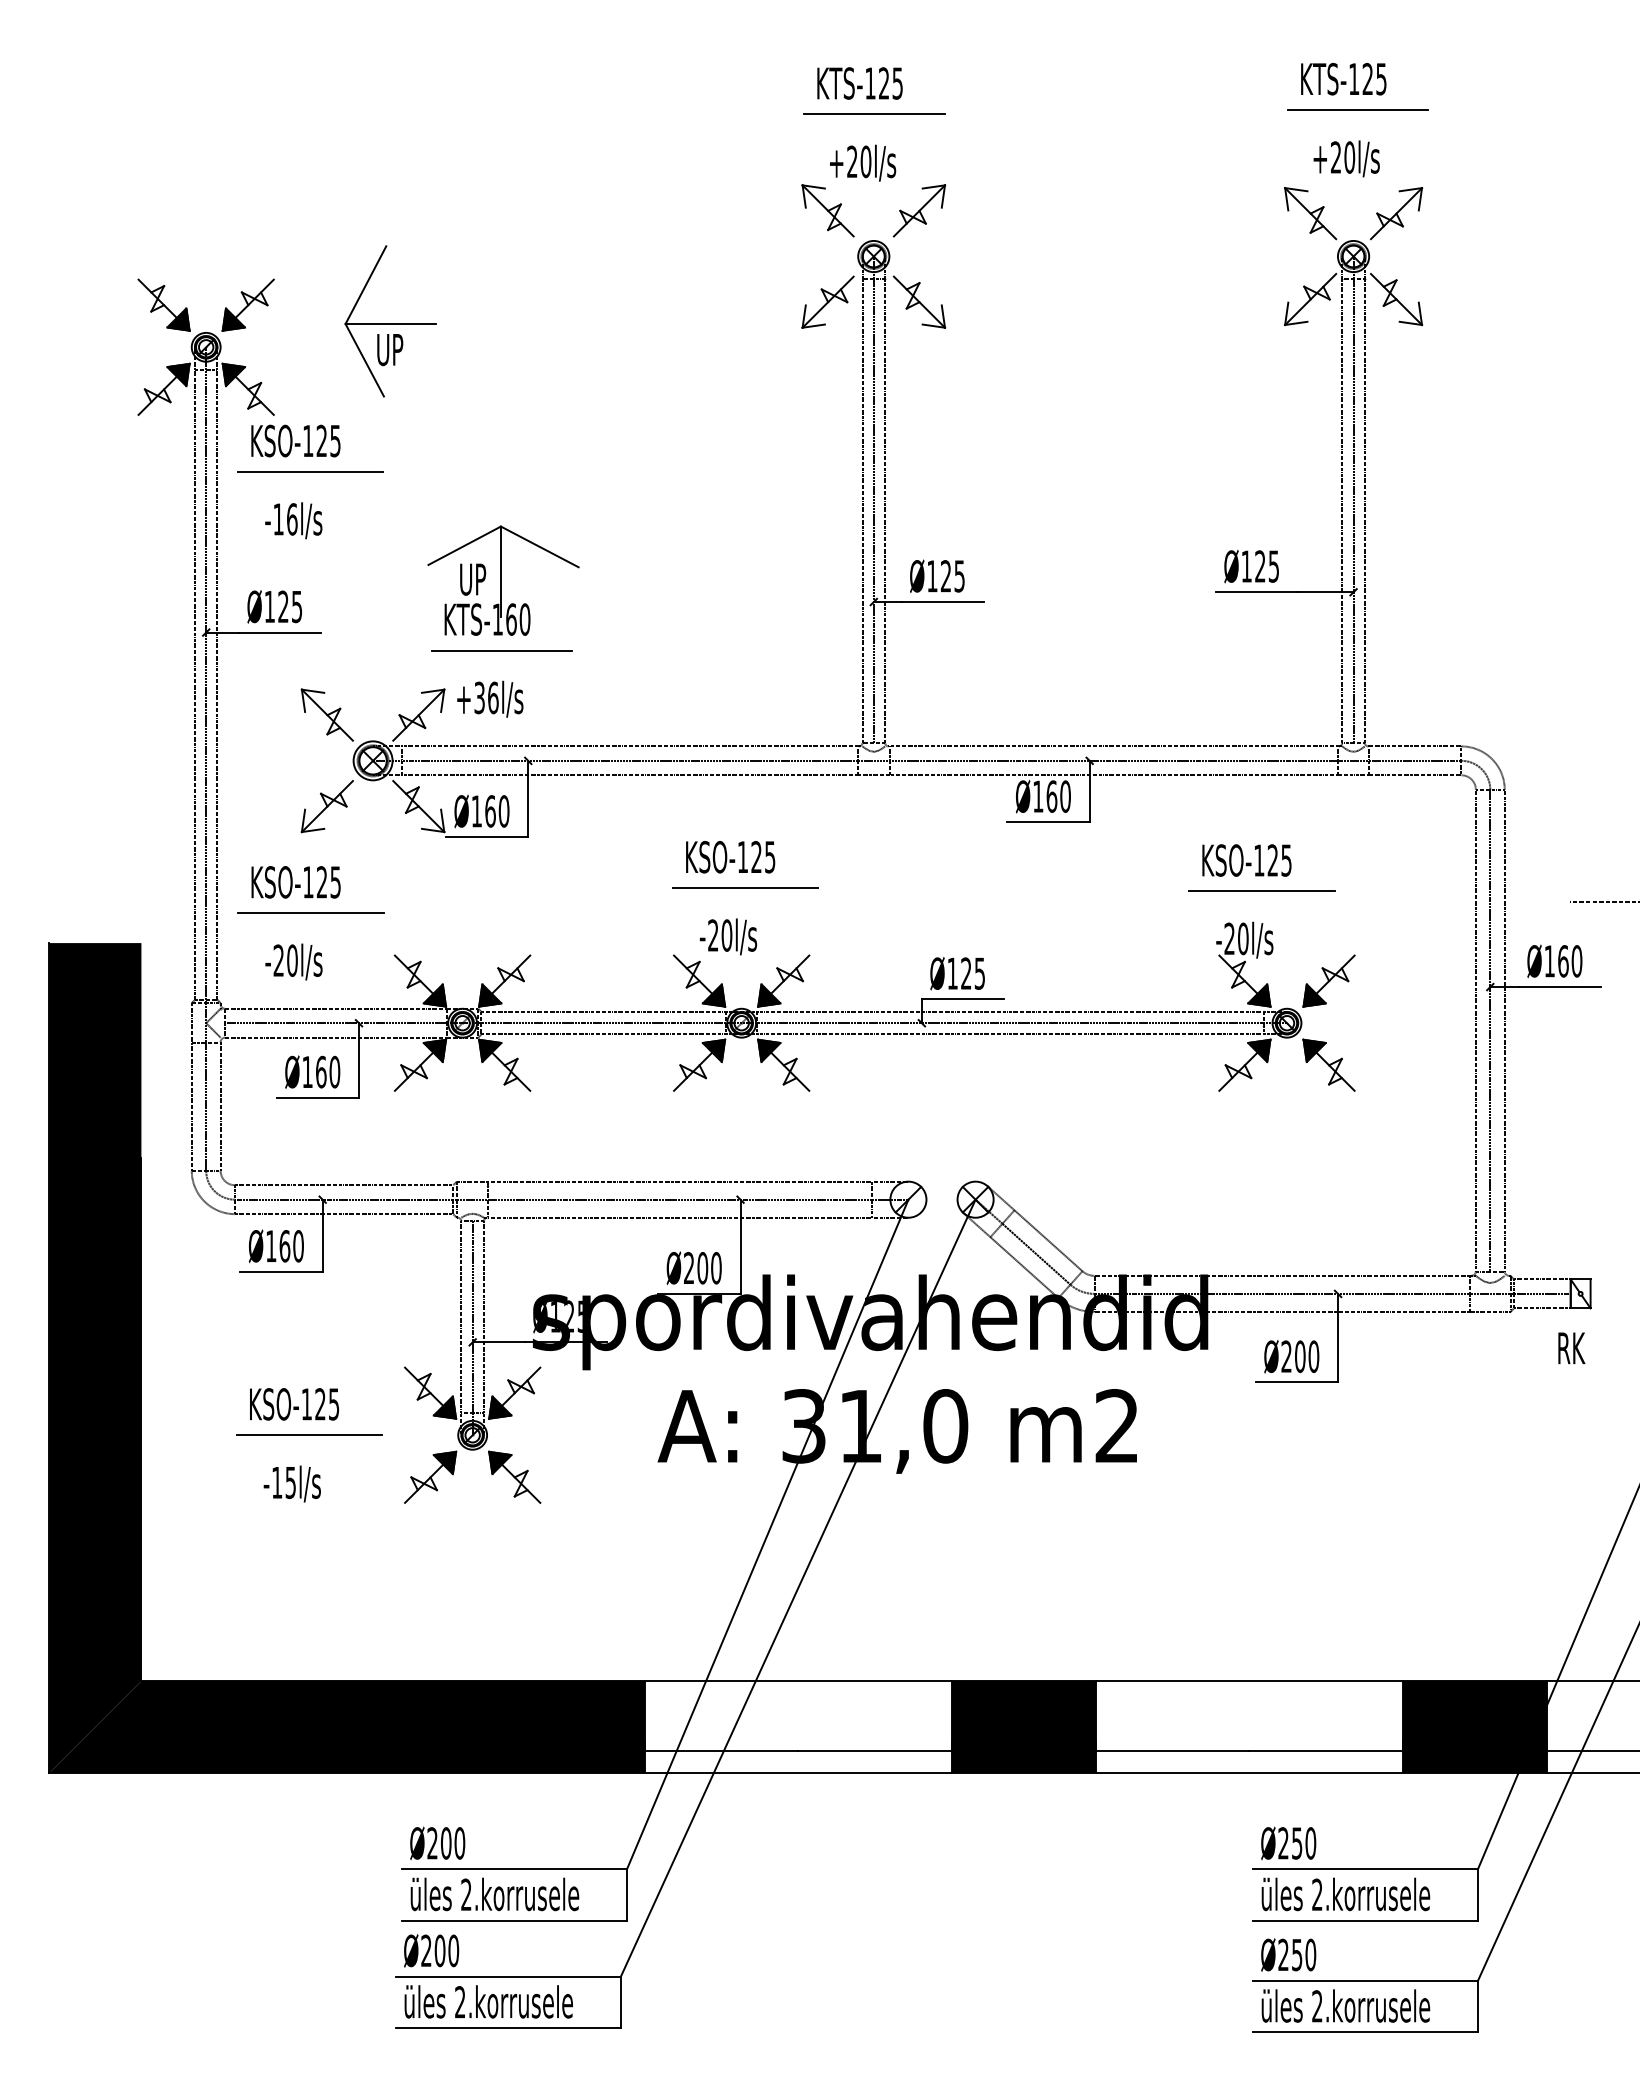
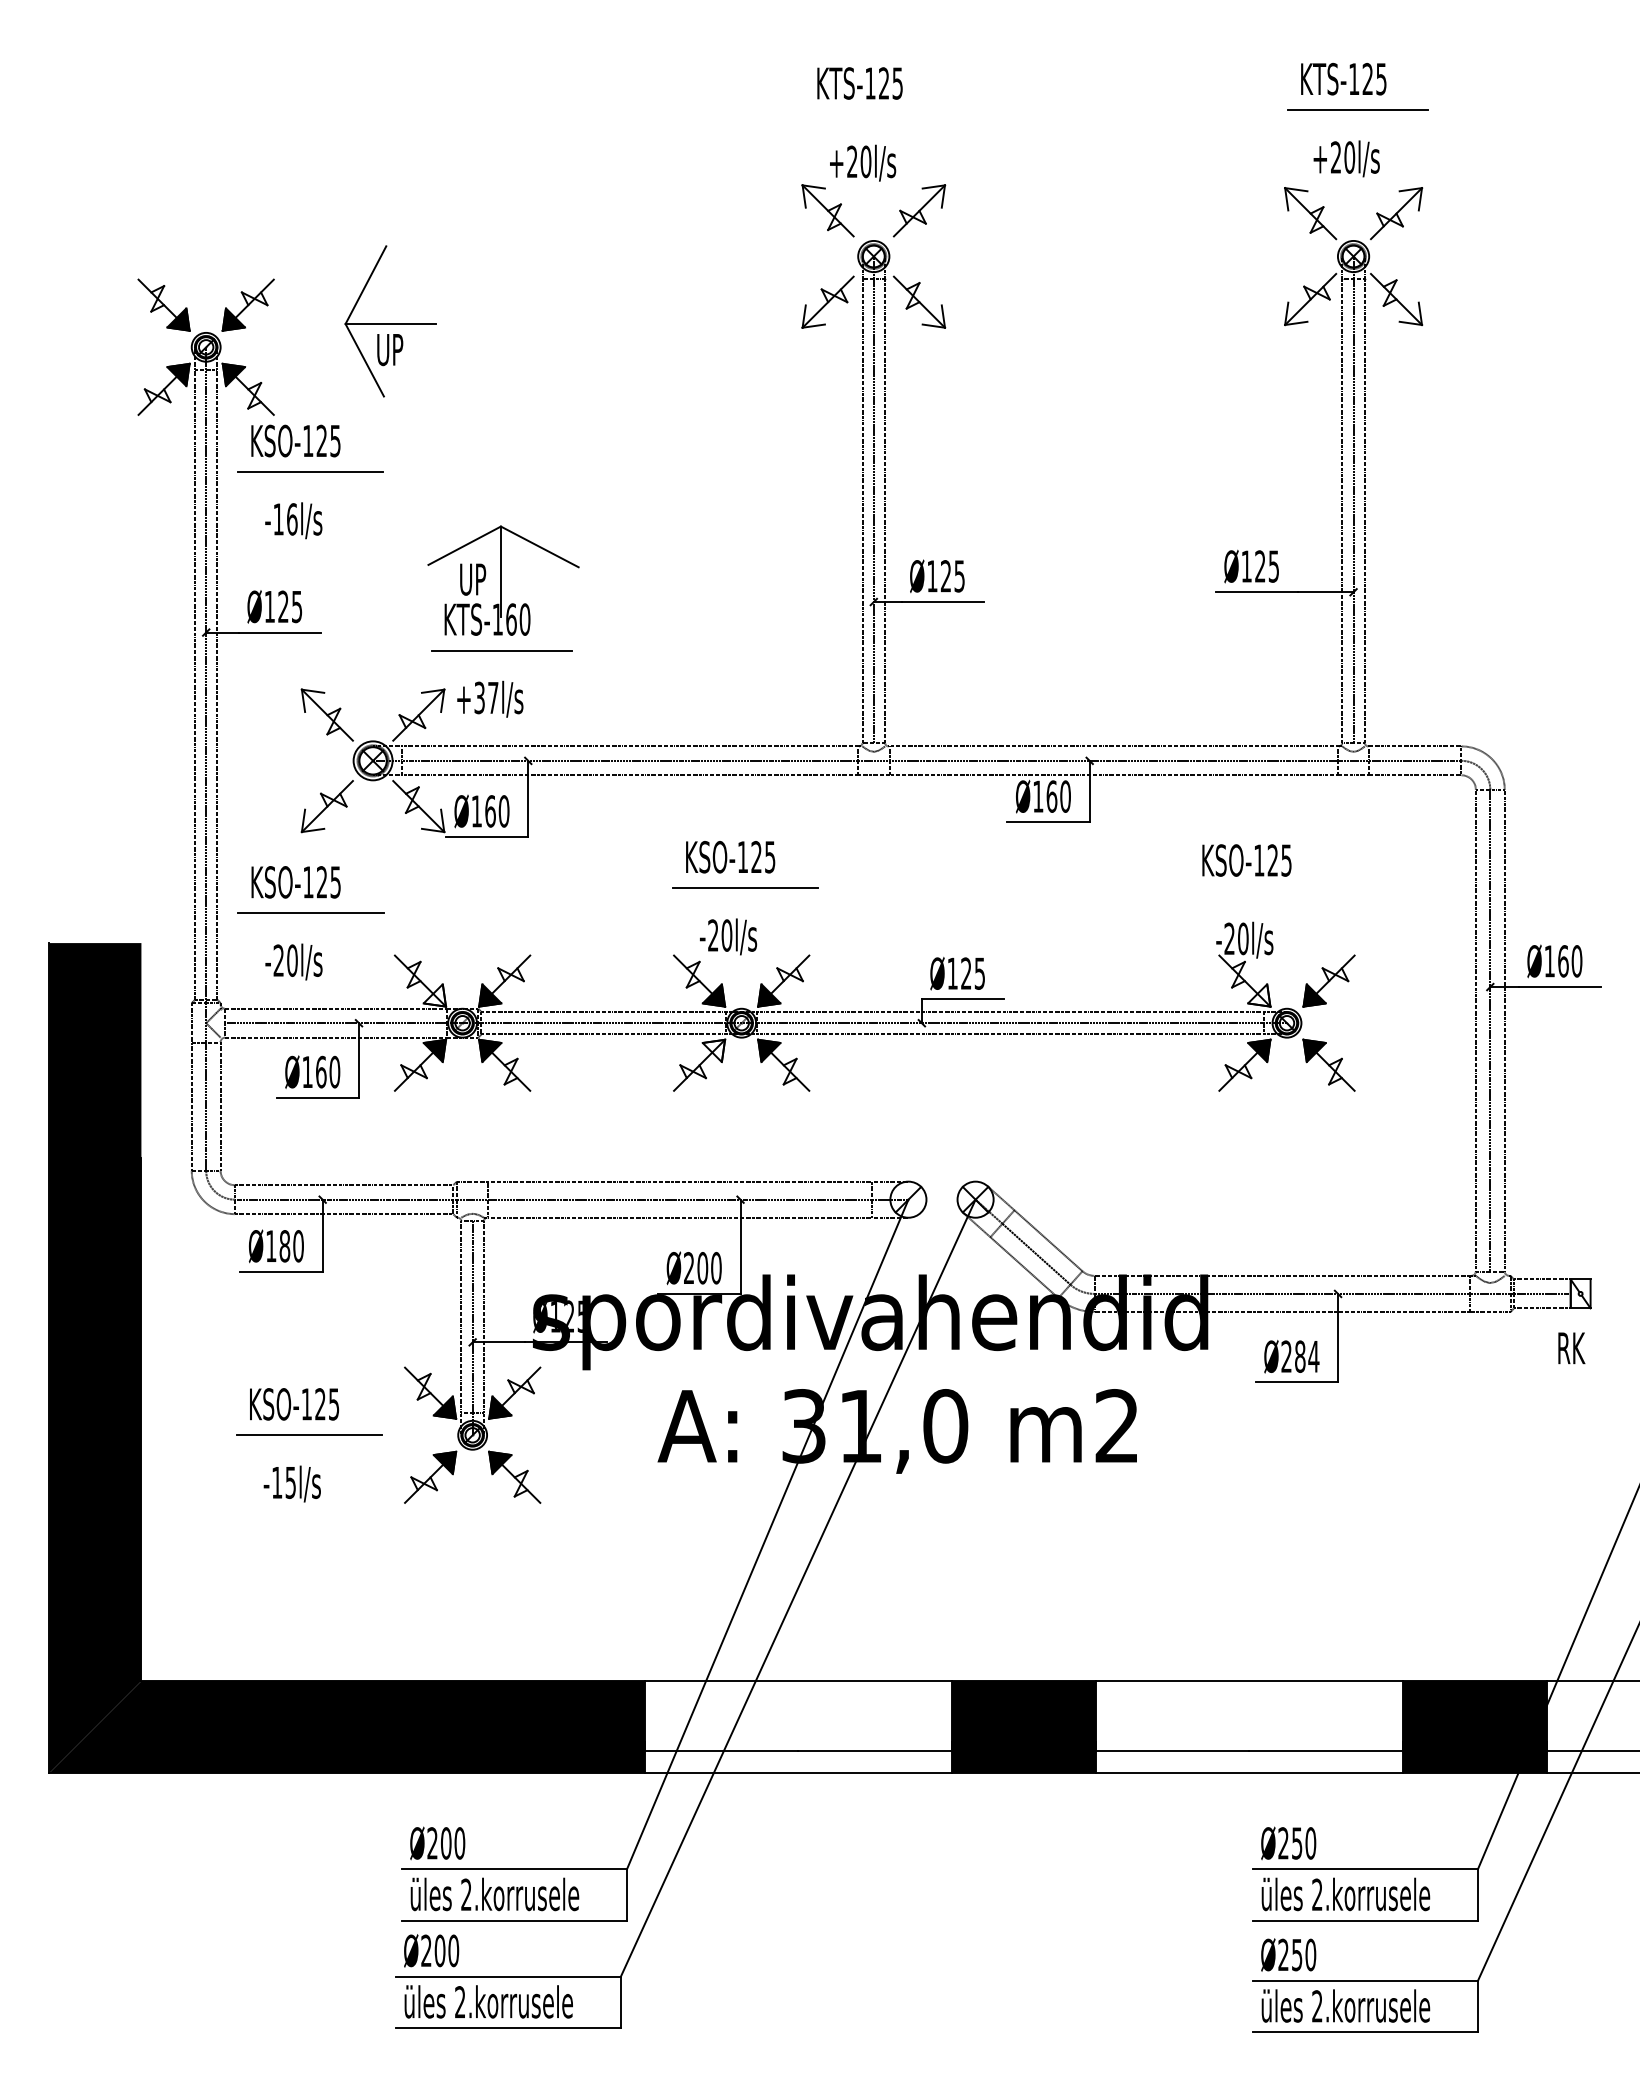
line at (874, 113): present -> none
text at (493, 697): +36l/s -> +37l/s
line at (1261, 891): present -> none
line at (1603, 901): present -> none
fill at (434, 995): present -> none
fill at (1259, 995): present -> none
fill at (713, 1050): present -> none
text at (284, 1246): Ø160 -> Ø180
text at (1307, 1356): Ø200 -> Ø284
